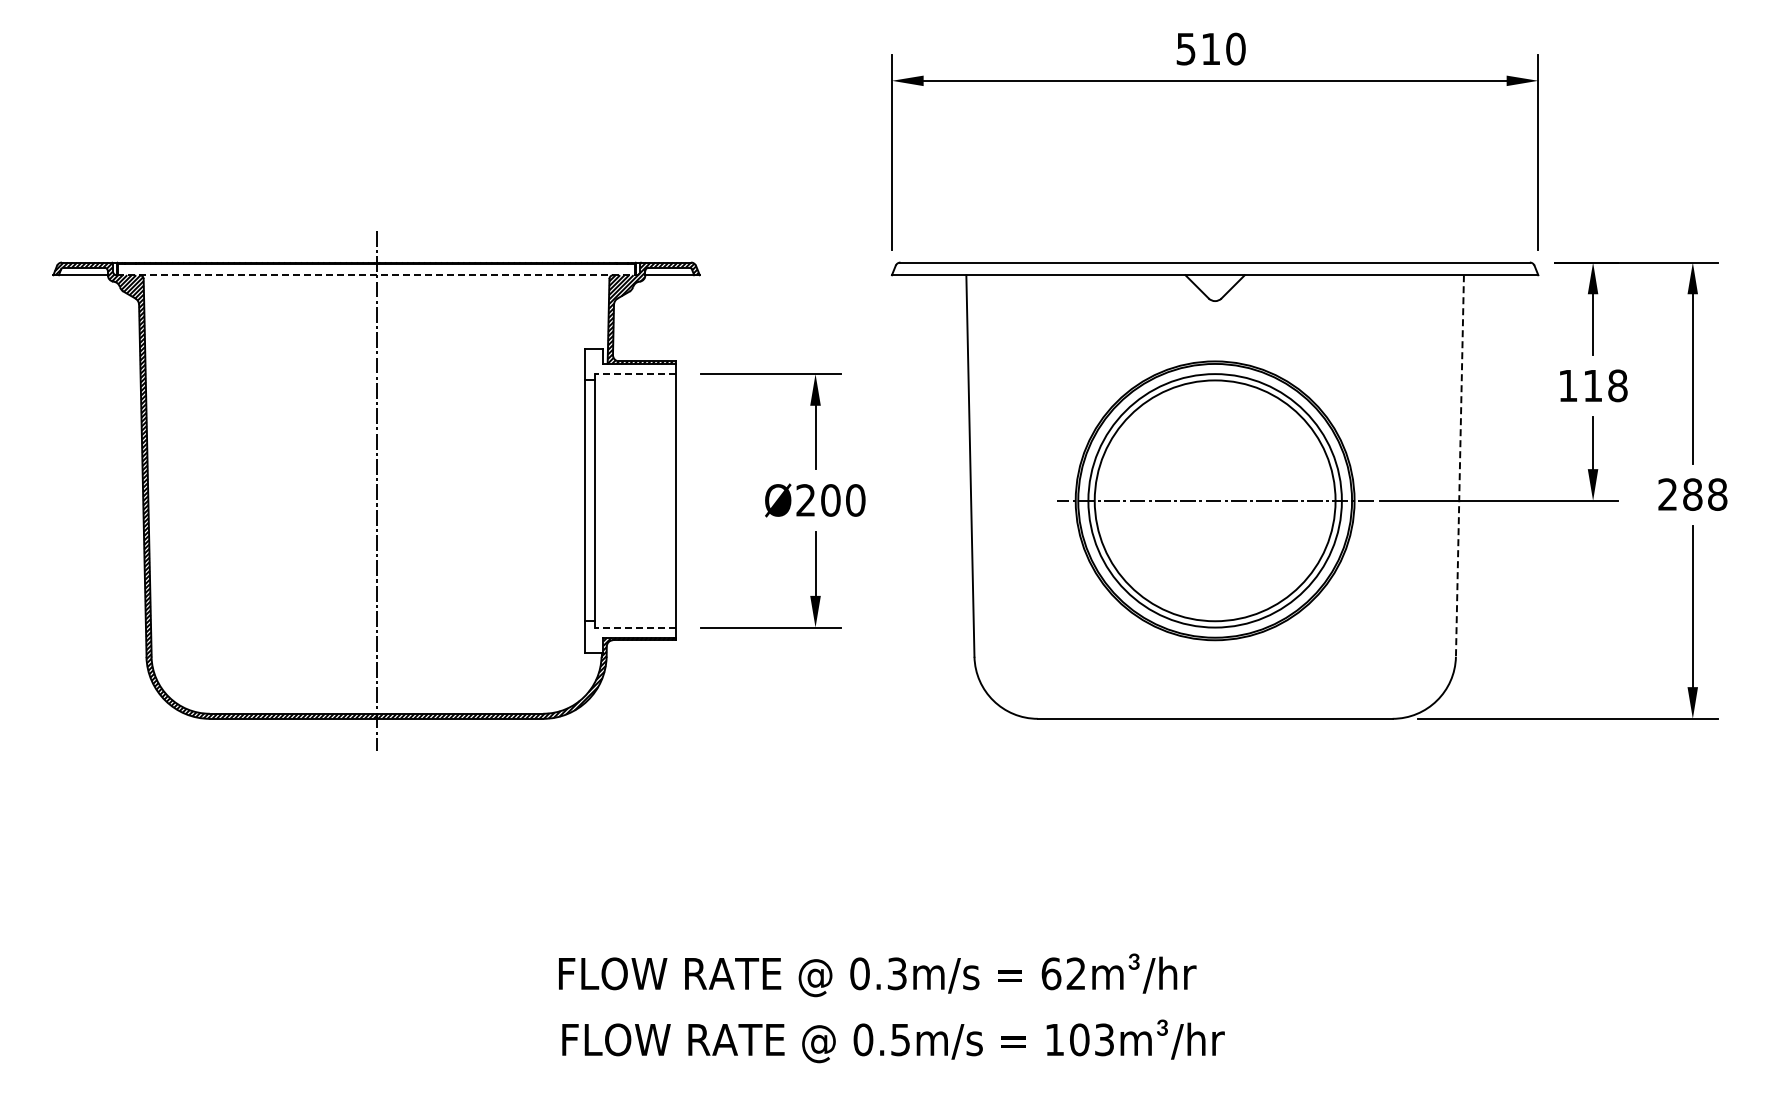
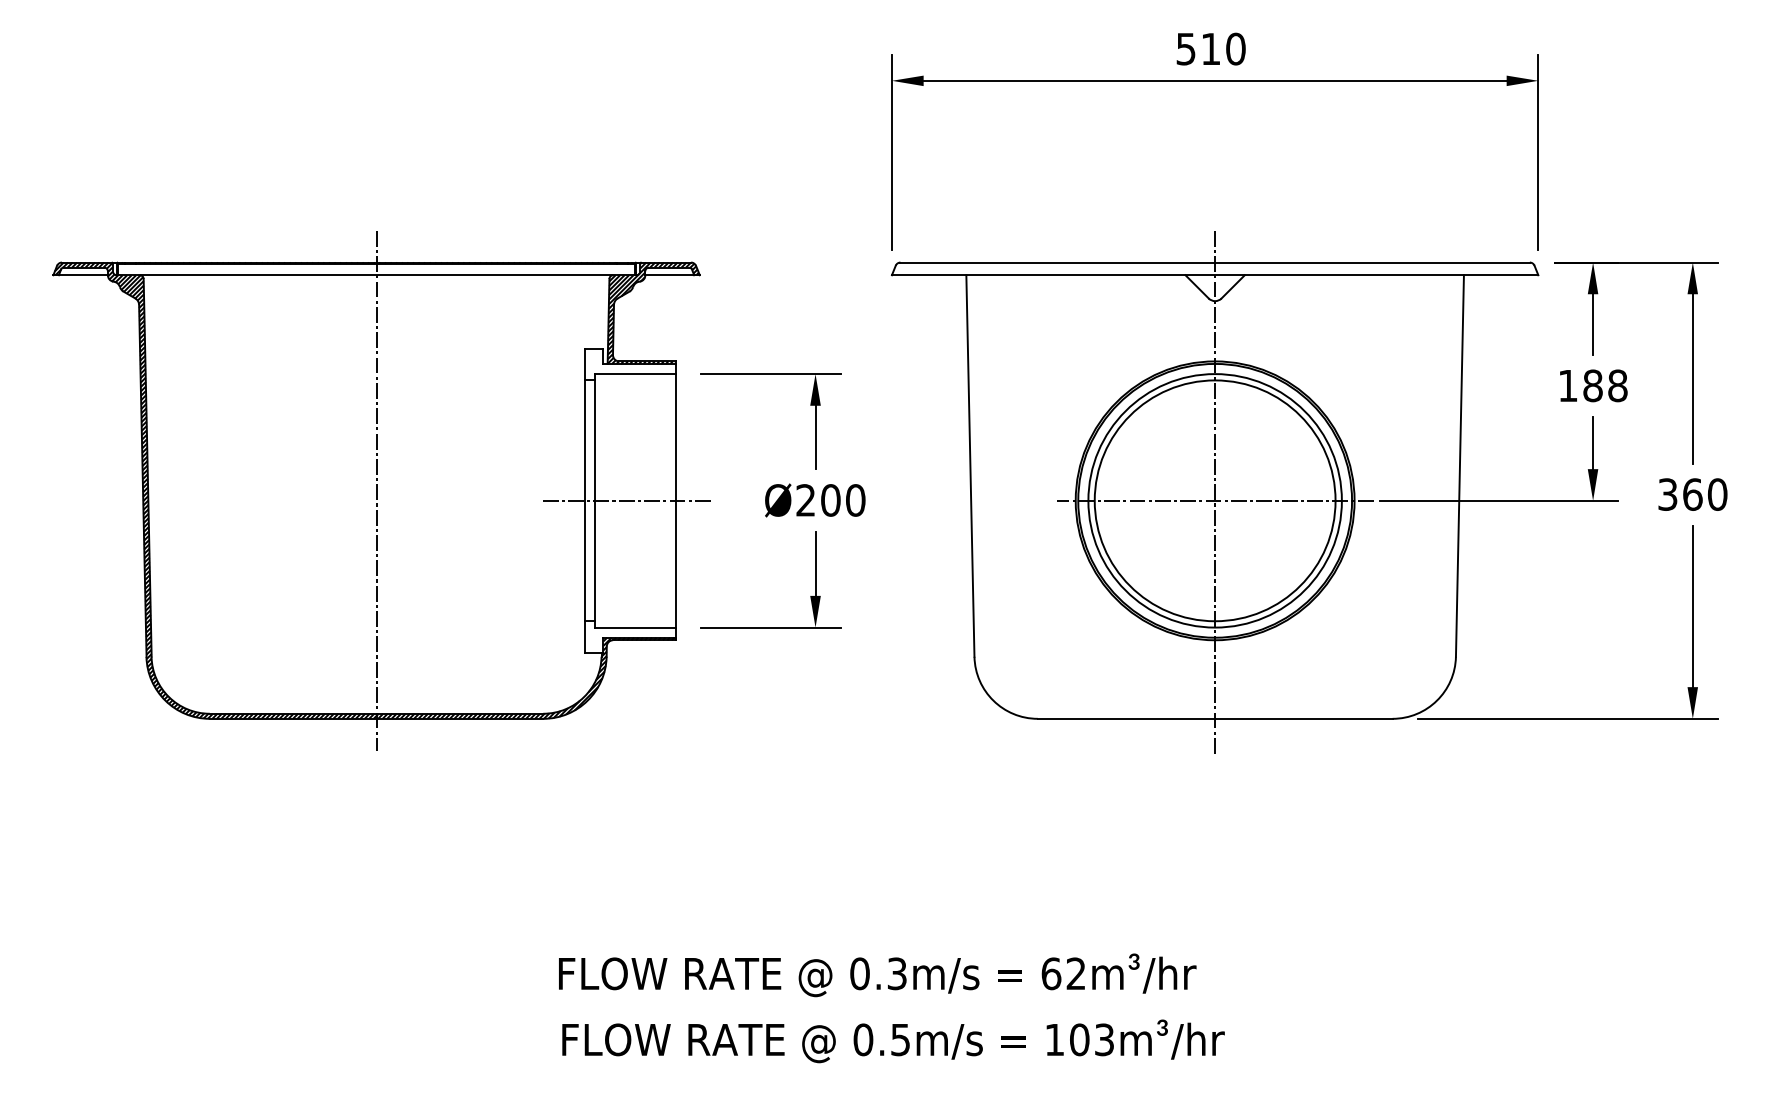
line at (376, 275): dashed -> solid
line at (635, 374): dashed -> solid
text at (1592, 385): 118 -> 188
line at (1459, 465): dashed -> solid
line at (1215, 493): none -> present
text at (1692, 494): 288 -> 360
line at (627, 500): none -> present
line at (635, 627): dashed -> solid
